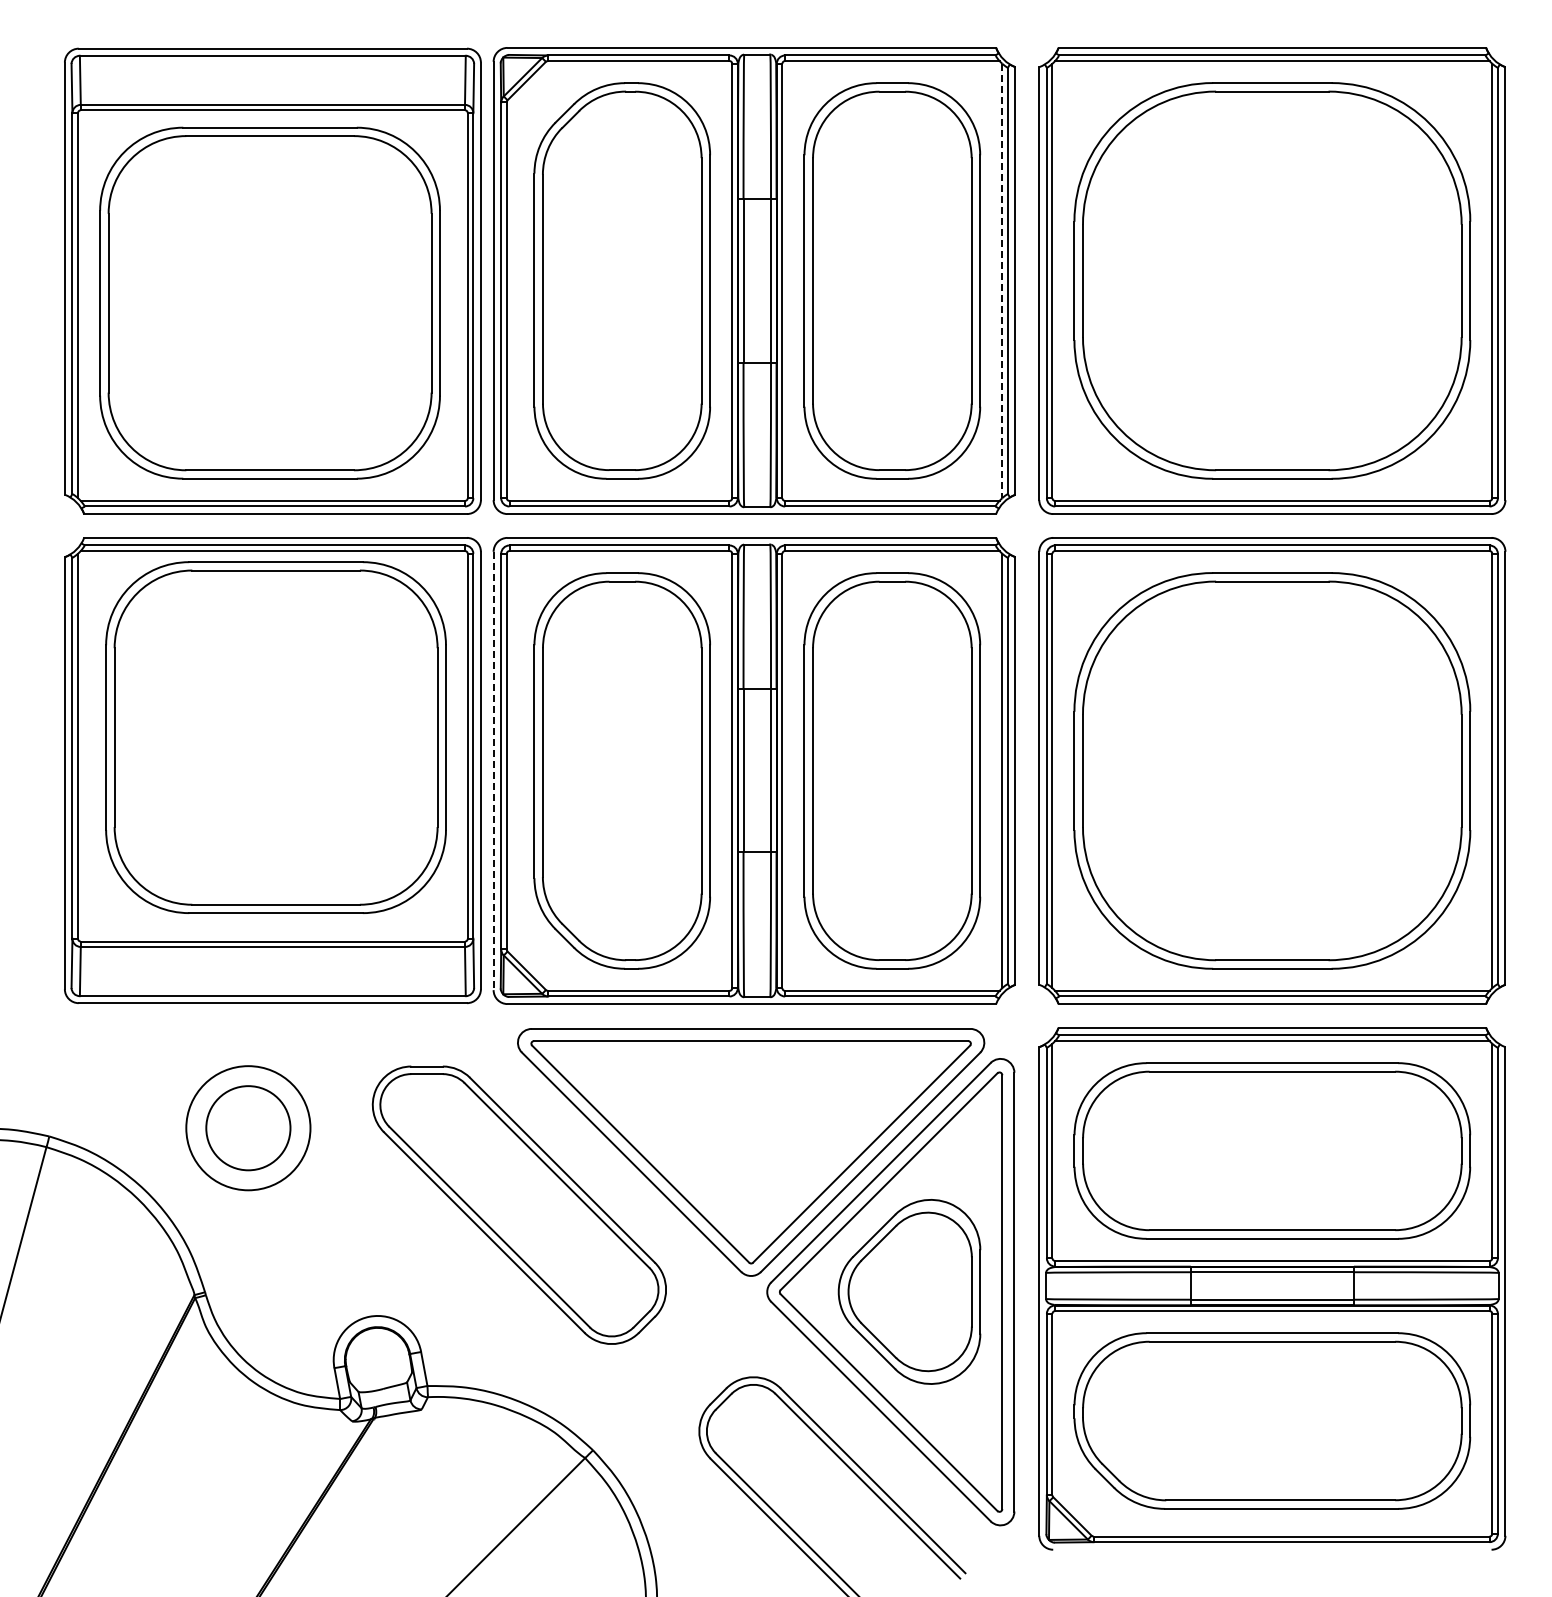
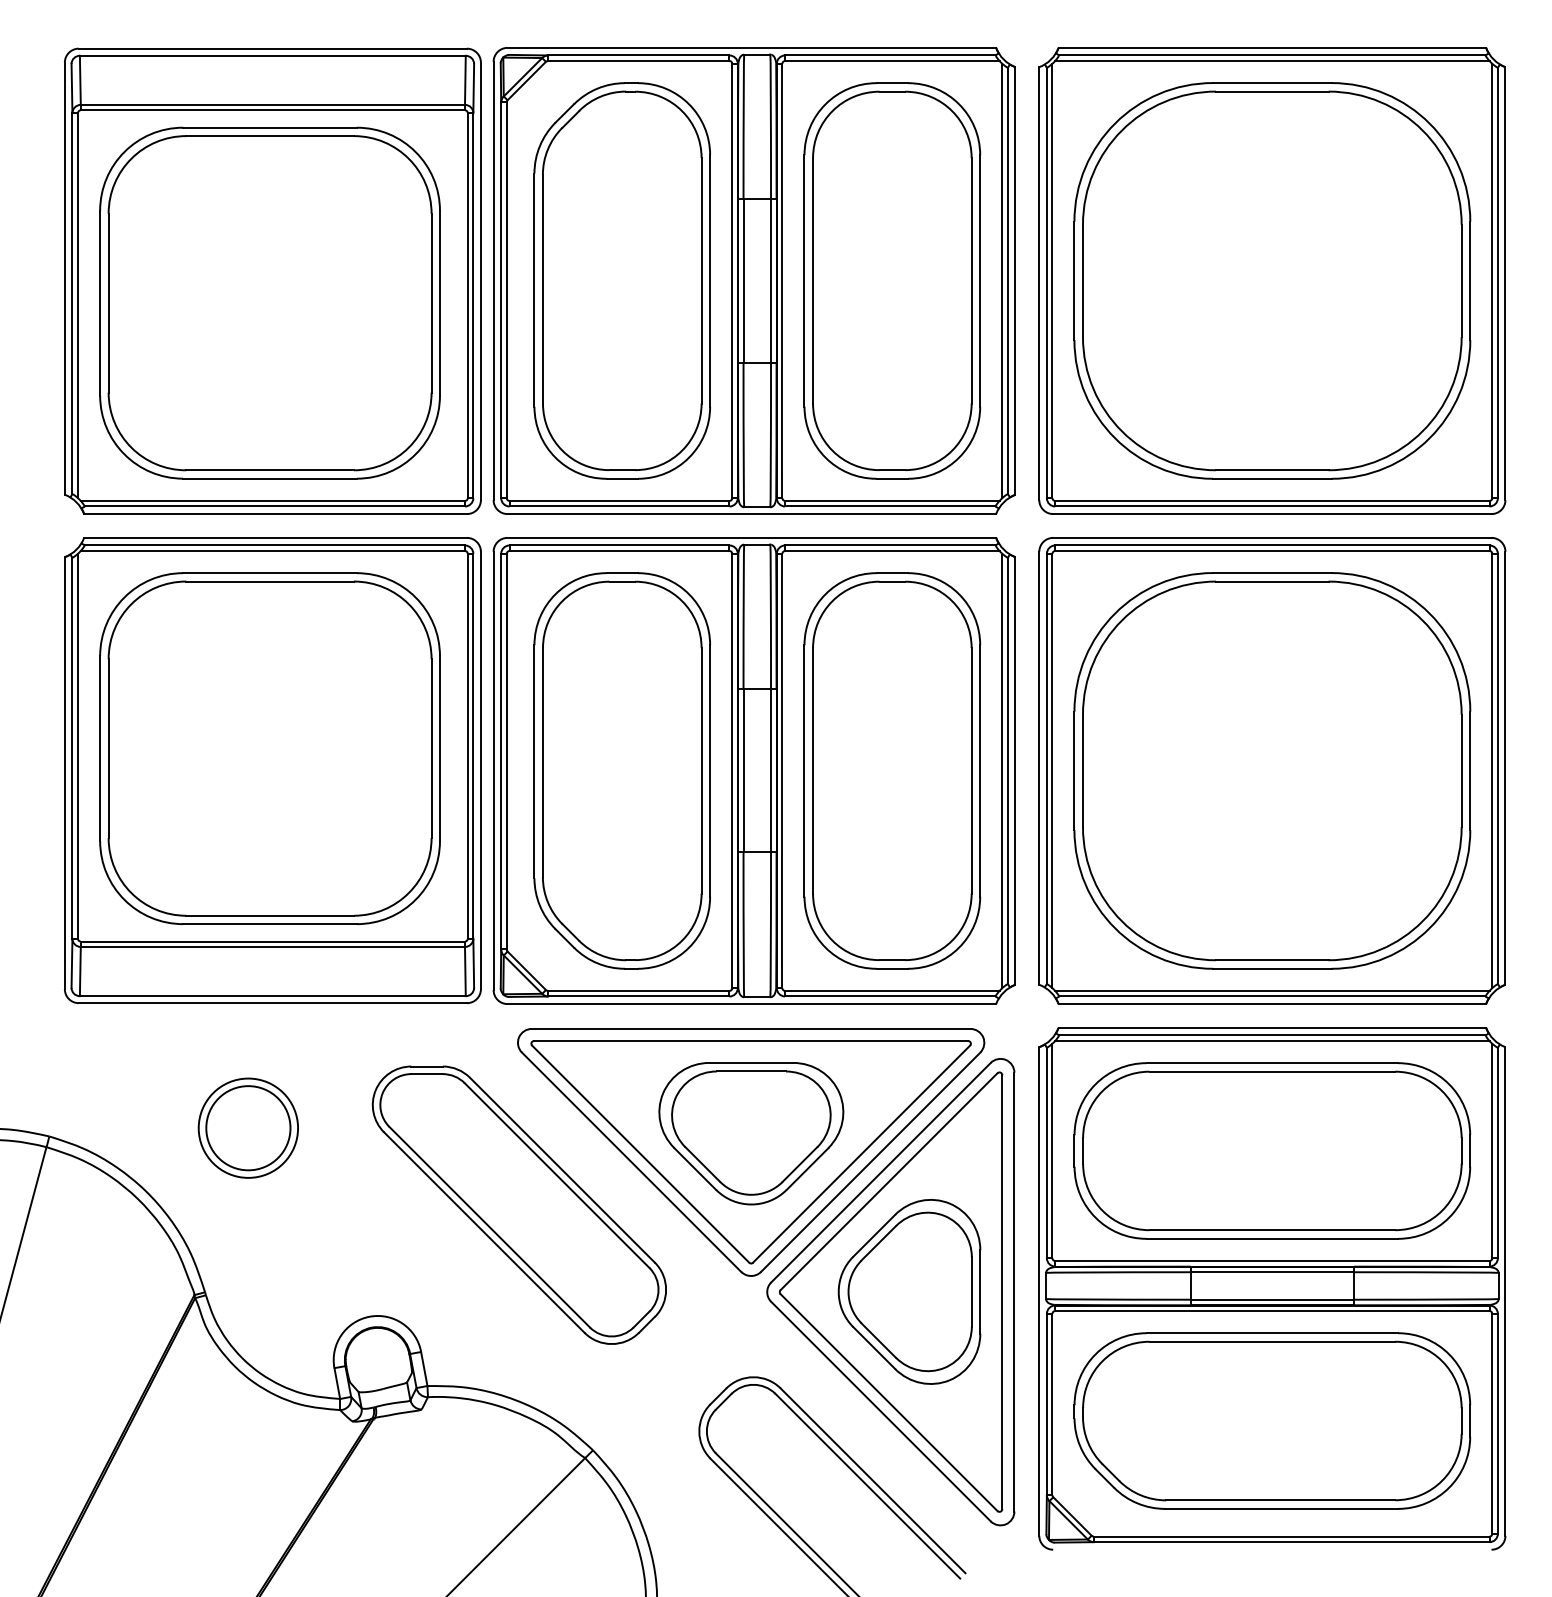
line at (1002, 281): dashed -> solid
part at (275, 737) position: (275, 737) -> (269, 748)
line at (493, 771): dashed -> solid
circle at (248, 1128) diameter: 124 px -> 99 px
part at (751, 1133): none -> present
